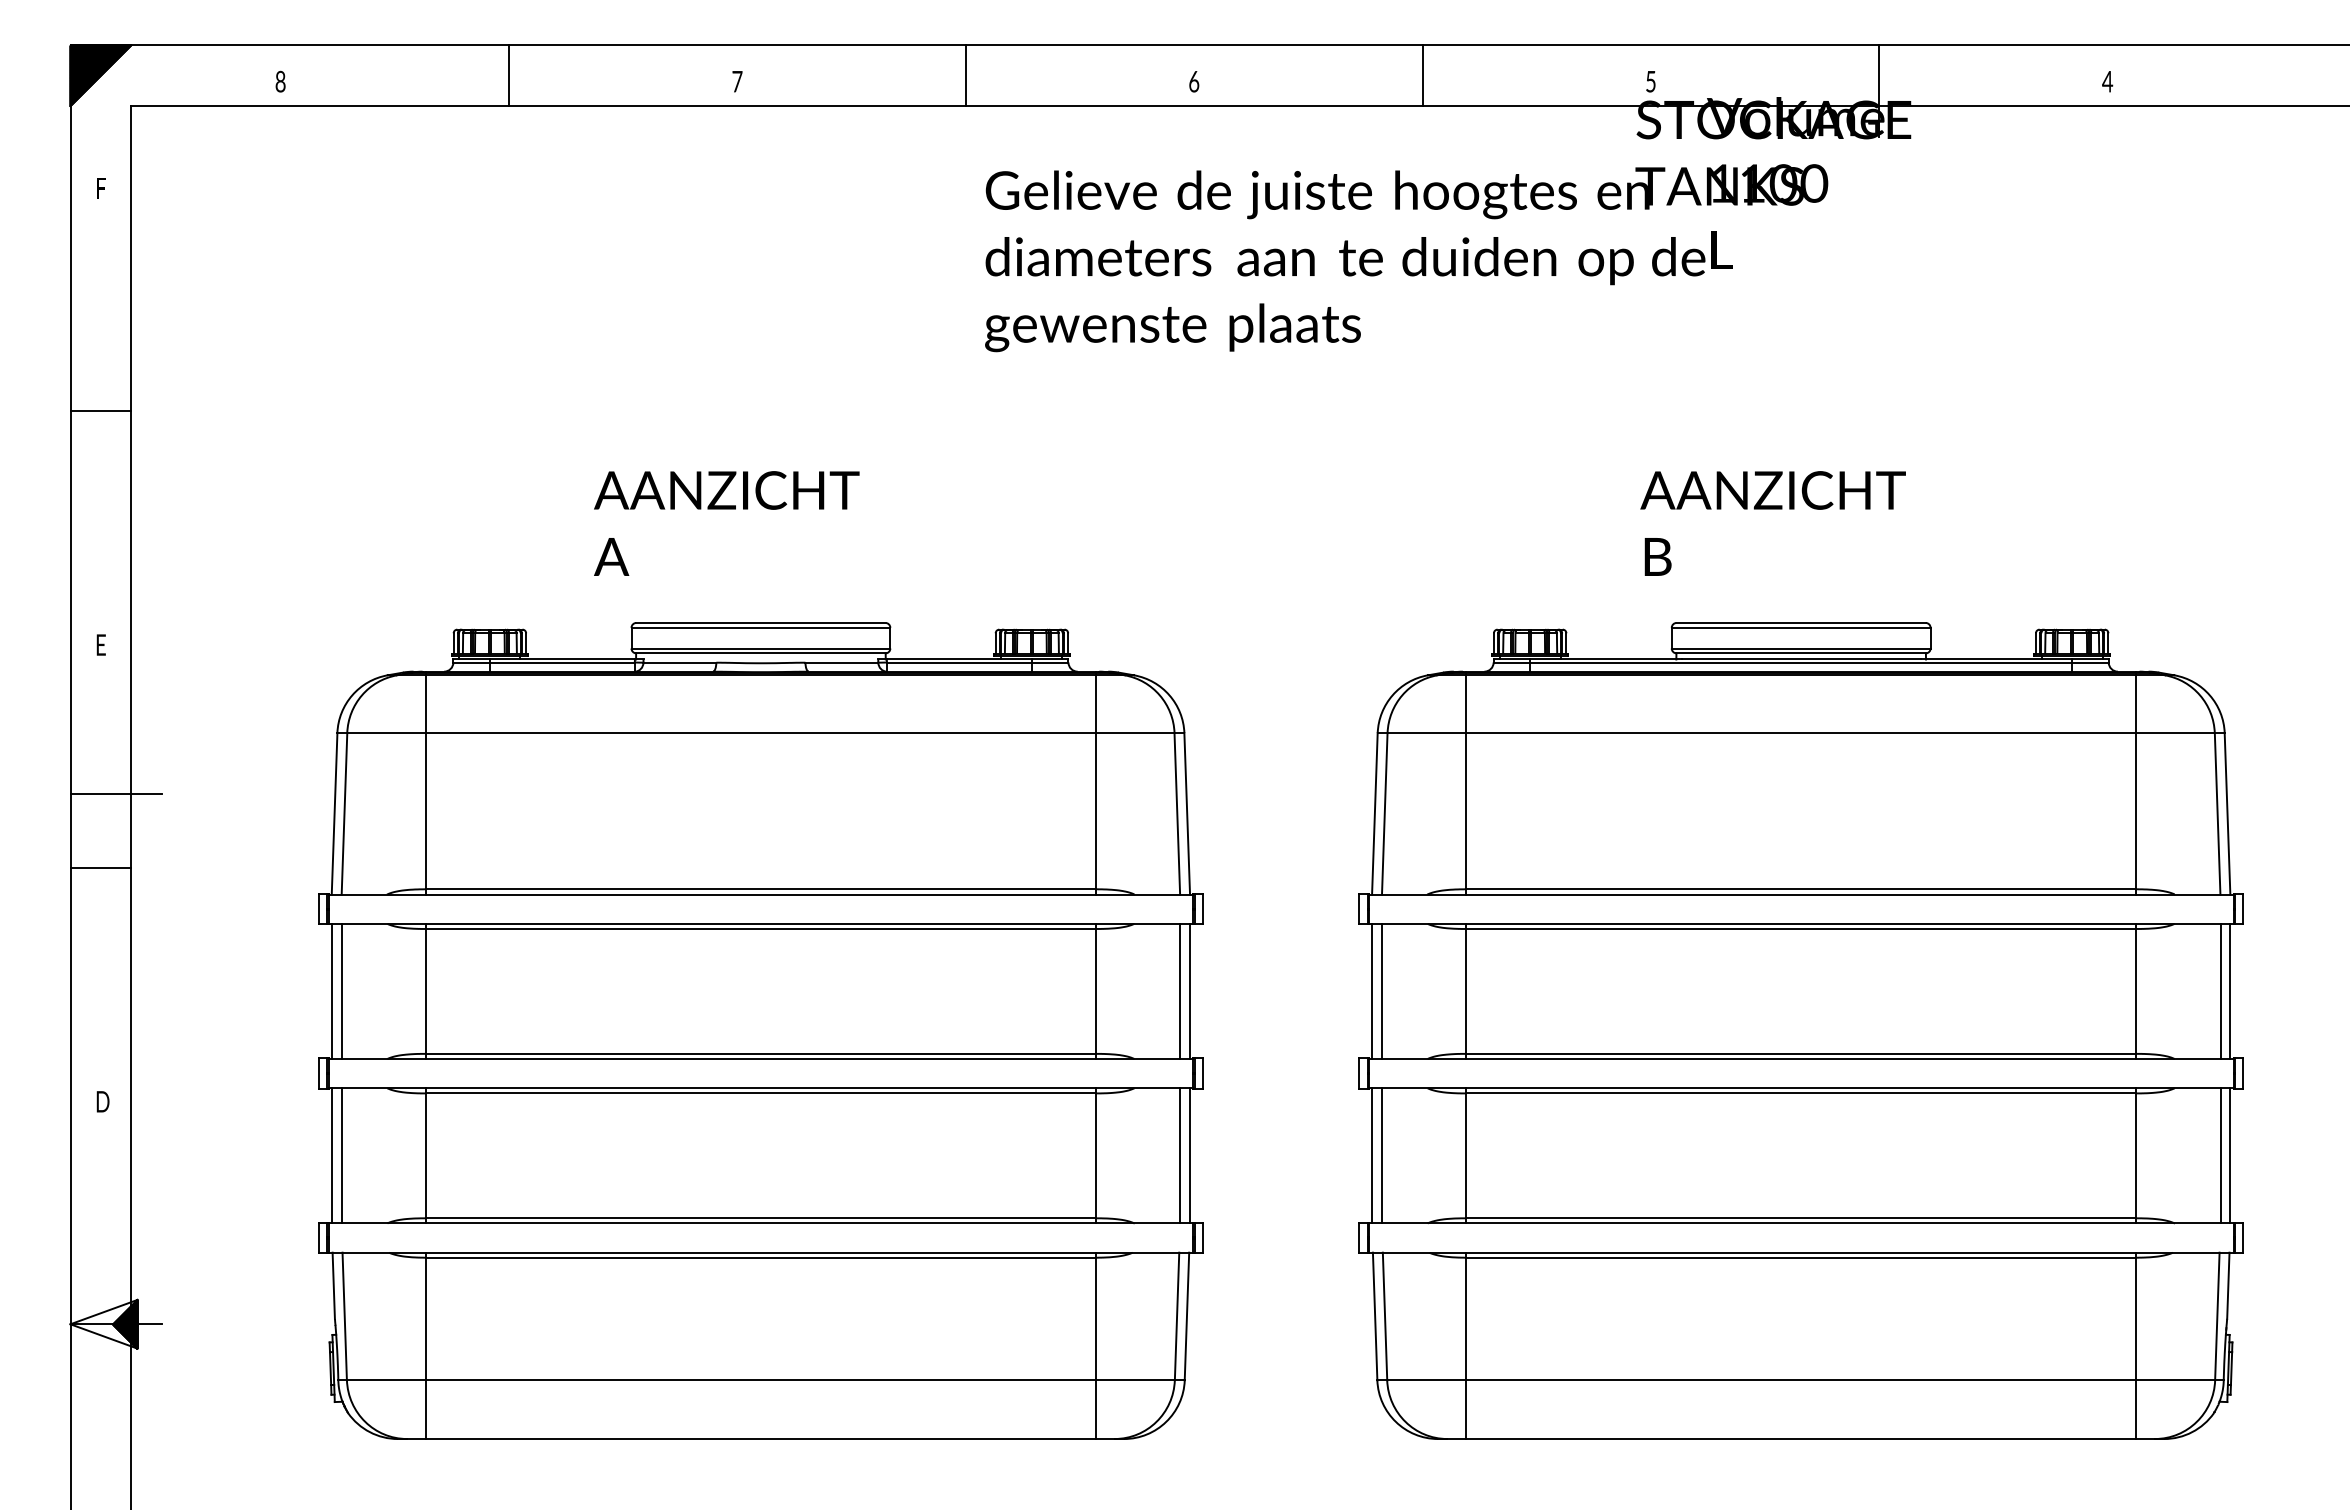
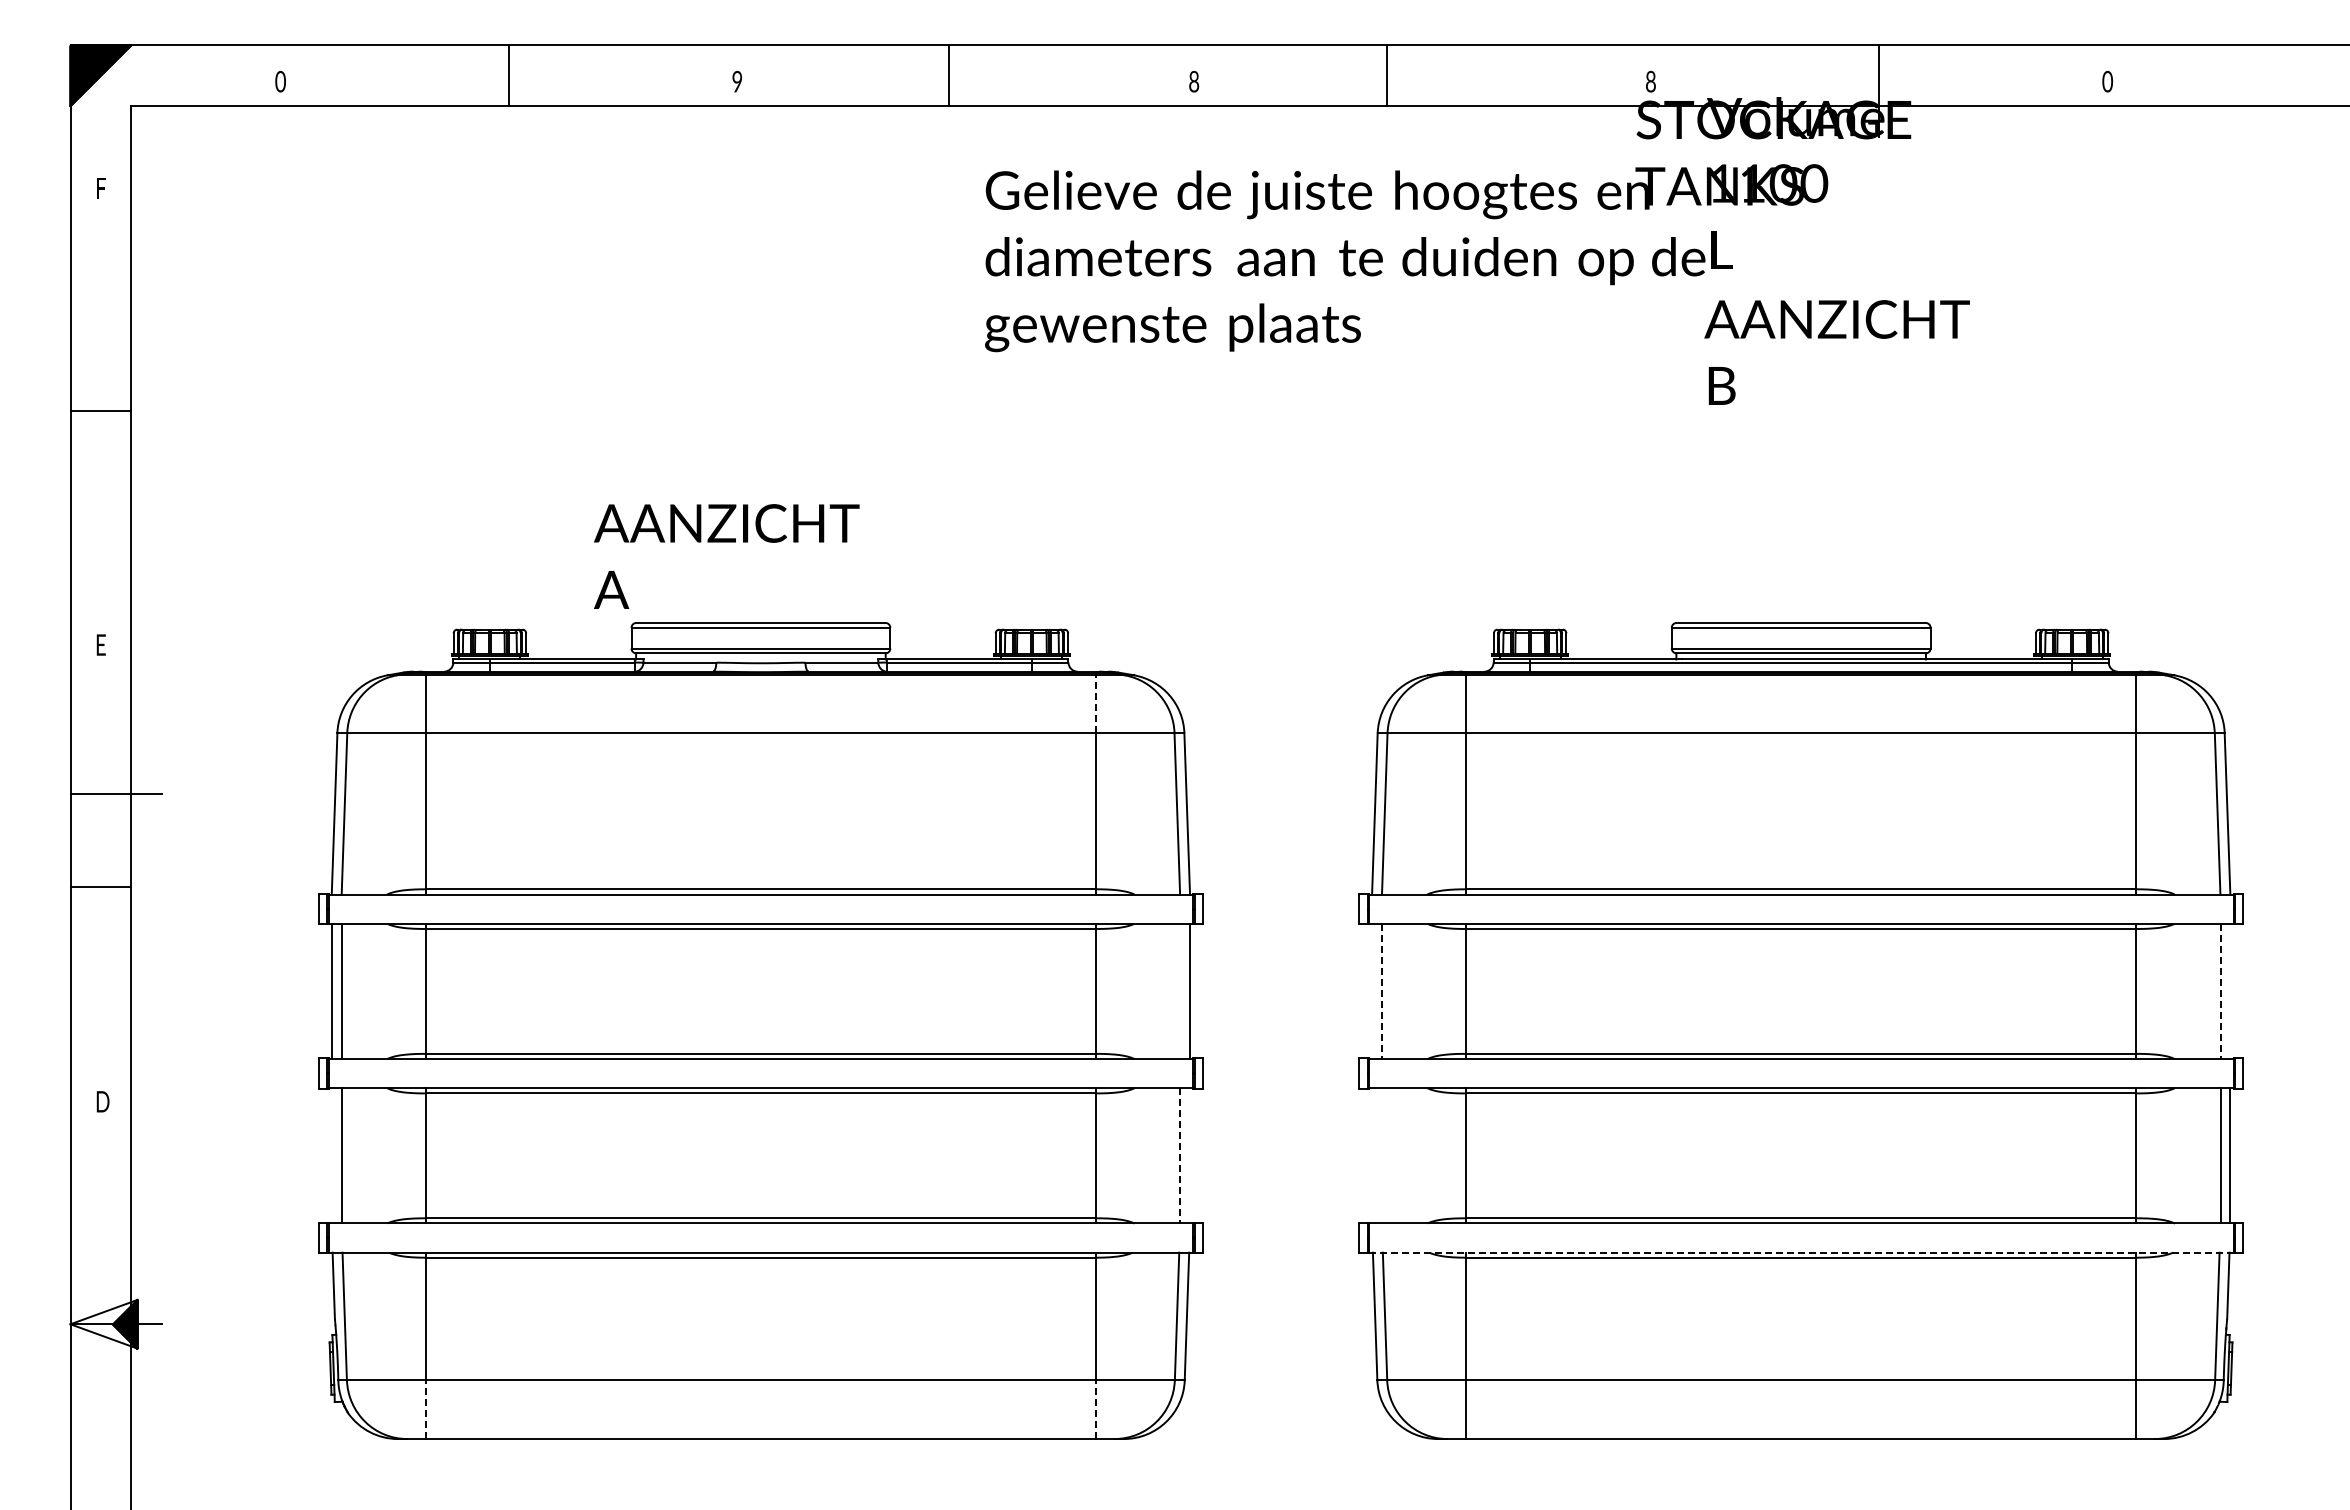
line at (965, 75) position: (965, 75) -> (948, 75)
line at (1422, 75) position: (1422, 75) -> (1386, 75)
text at (1194, 80): 6 -> 8
text at (737, 81): 7 -> 9
text at (1650, 81): 5 -> 8
text at (2107, 81): 4 -> 0
text at (280, 82): 8 -> 0
text at (726, 523) position: (726, 523) -> (726, 556)
text at (1772, 523) position: (1772, 523) -> (1836, 352)
line at (1095, 704): solid -> dashed
line at (100, 867) position: (100, 867) -> (100, 886)
line at (1180, 991): present -> none
line at (1371, 991): present -> none
line at (1381, 991): solid -> dashed
line at (2220, 991): solid -> dashed
line at (2230, 991): present -> none
line at (331, 1155): present -> none
line at (1180, 1155): solid -> dashed
line at (1190, 1155): present -> none
line at (1371, 1155): present -> none
line at (1381, 1155): present -> none
line at (1801, 1252): solid -> dashed
line at (425, 1409): solid -> dashed
line at (1095, 1409): solid -> dashed
